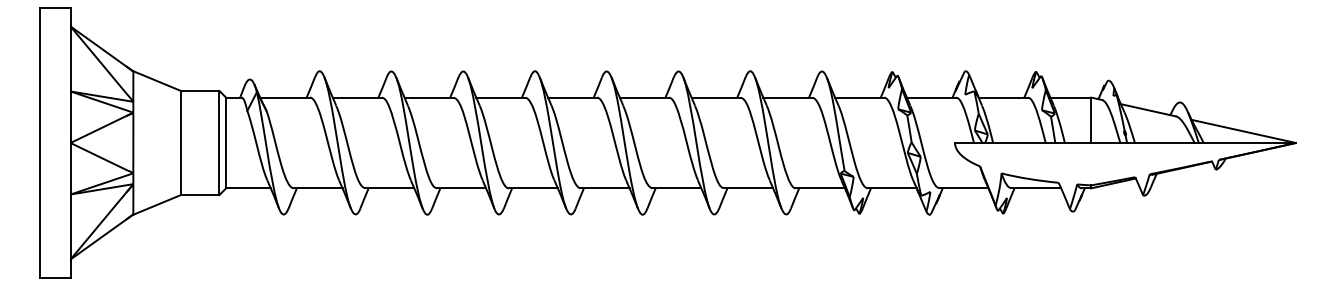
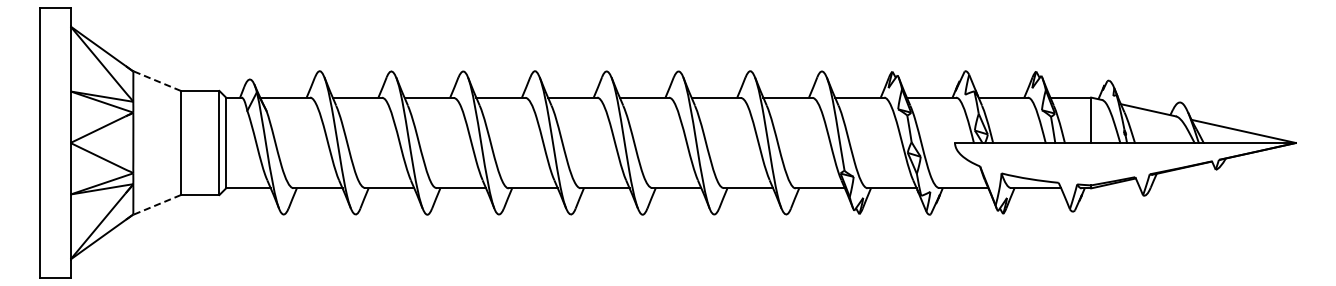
line at (157, 81): solid -> dashed
line at (157, 204): solid -> dashed
